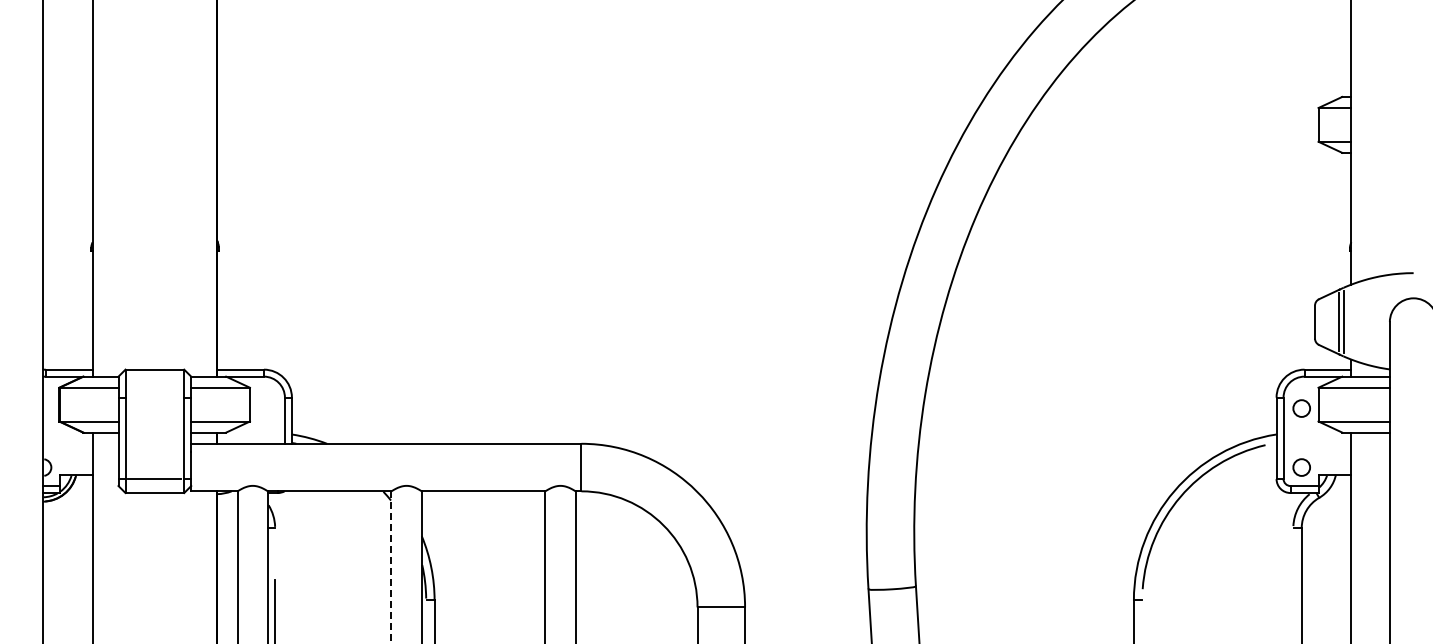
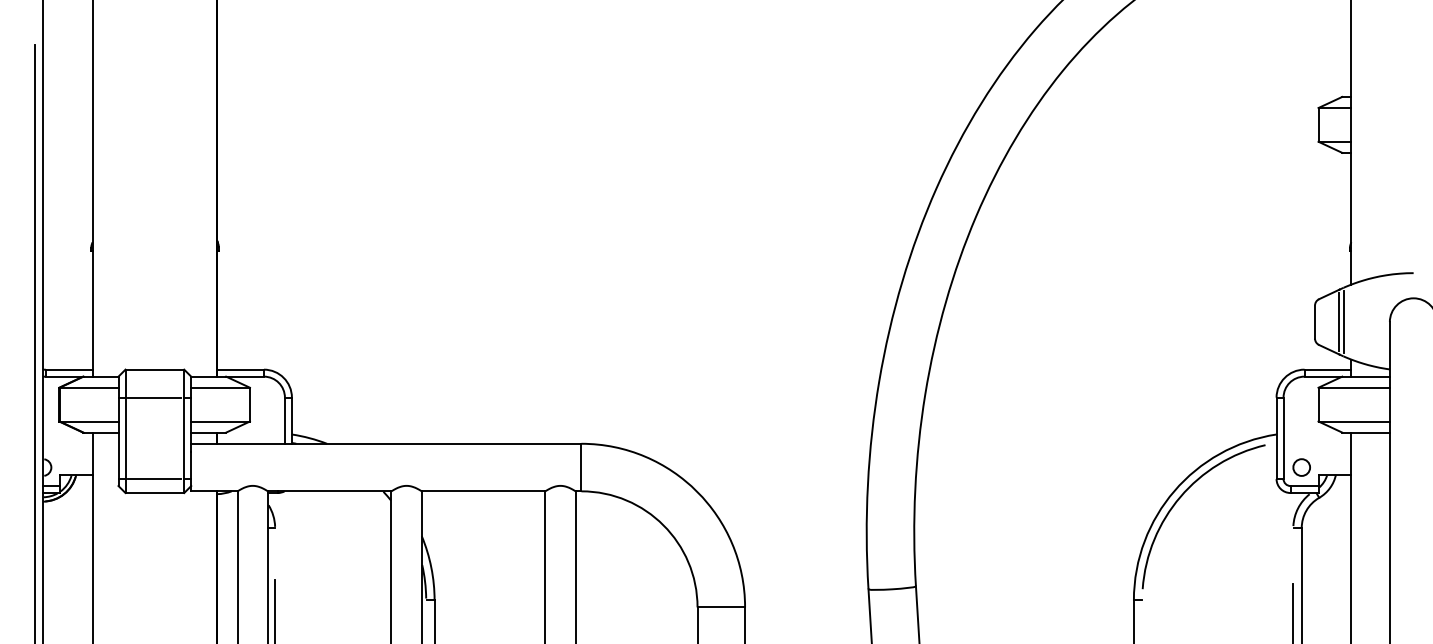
line at (34, 342): none -> present
line at (154, 397): none -> present
circle at (1301, 408): present -> none
line at (391, 567): dashed -> solid
line at (1293, 612): none -> present
